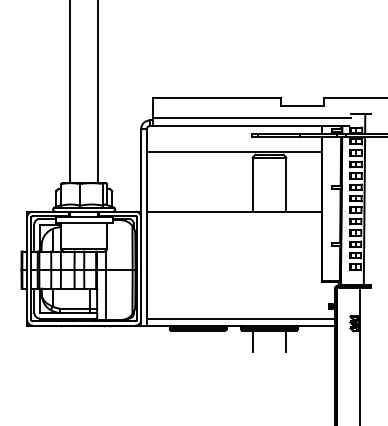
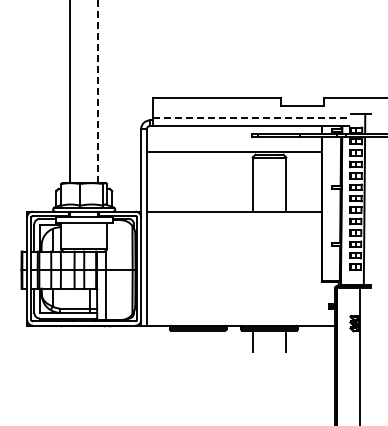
line at (98, 91): solid -> dashed
line at (252, 117): solid -> dashed
line at (240, 318): present -> none
